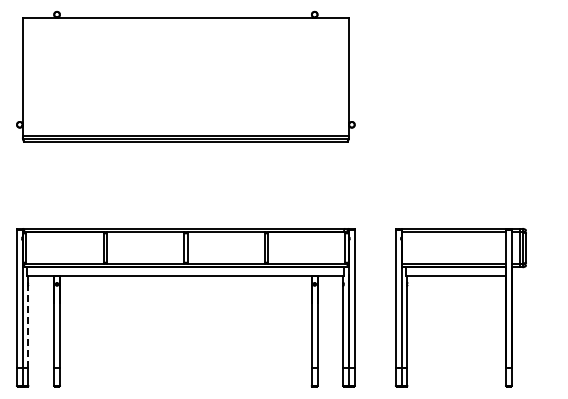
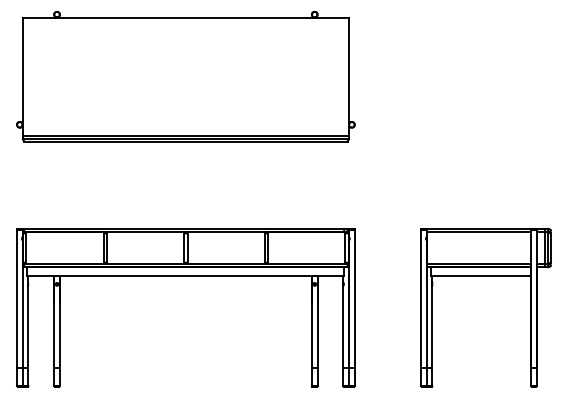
part at (460, 276) position: (460, 276) -> (485, 276)
line at (28, 326): dashed -> solid
